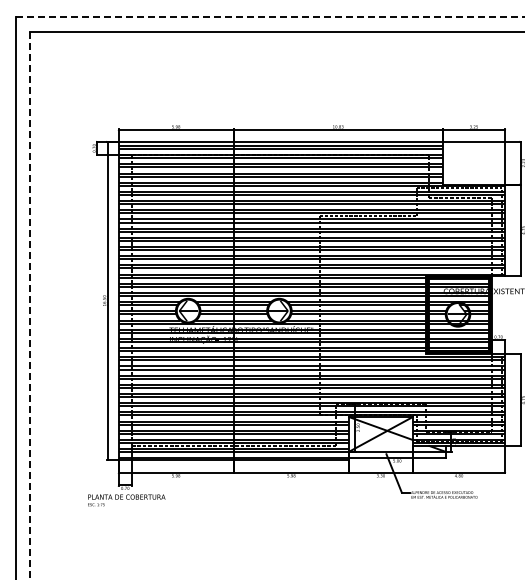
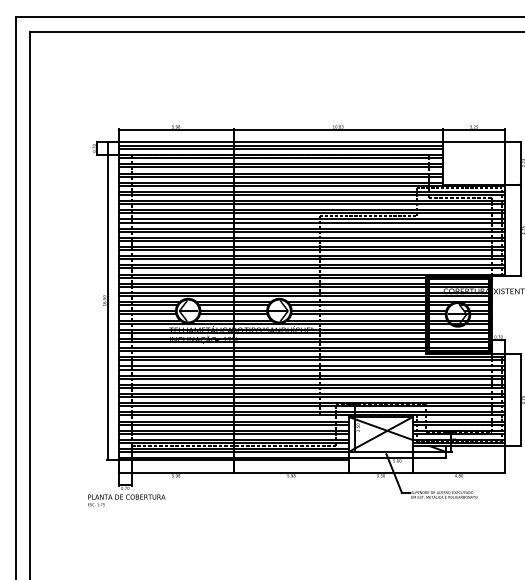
line at (270, 17): dashed -> solid
line at (29, 305): dashed -> solid
